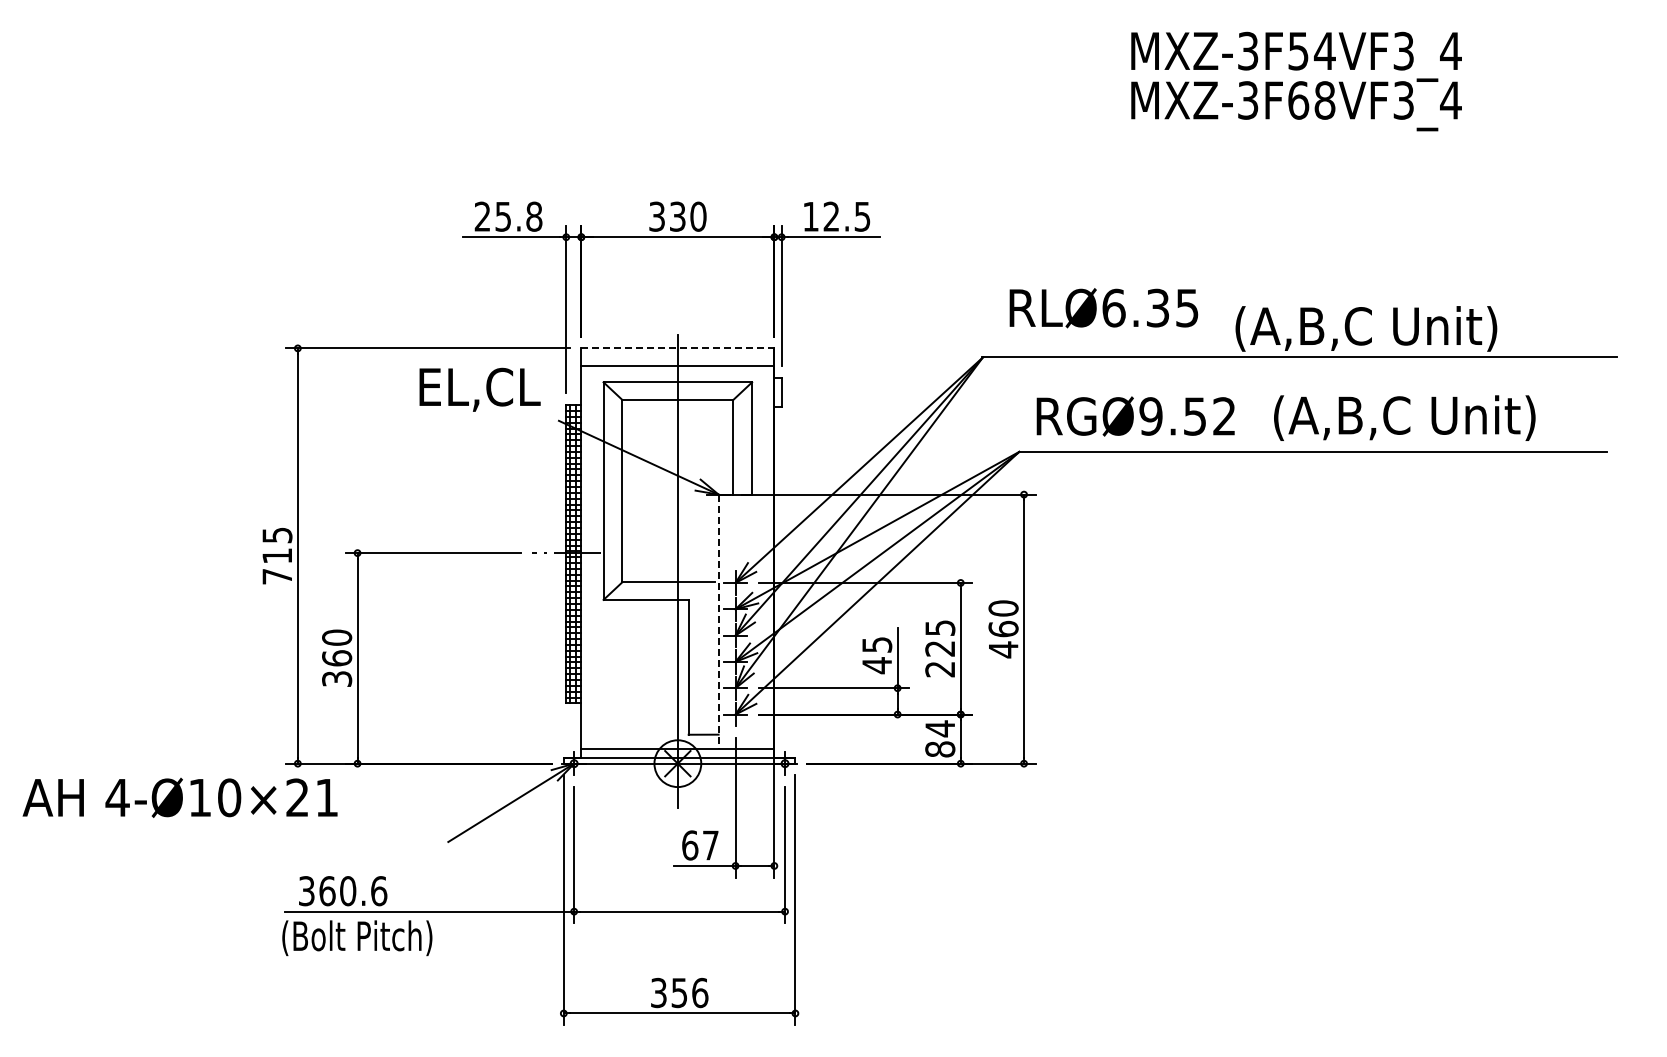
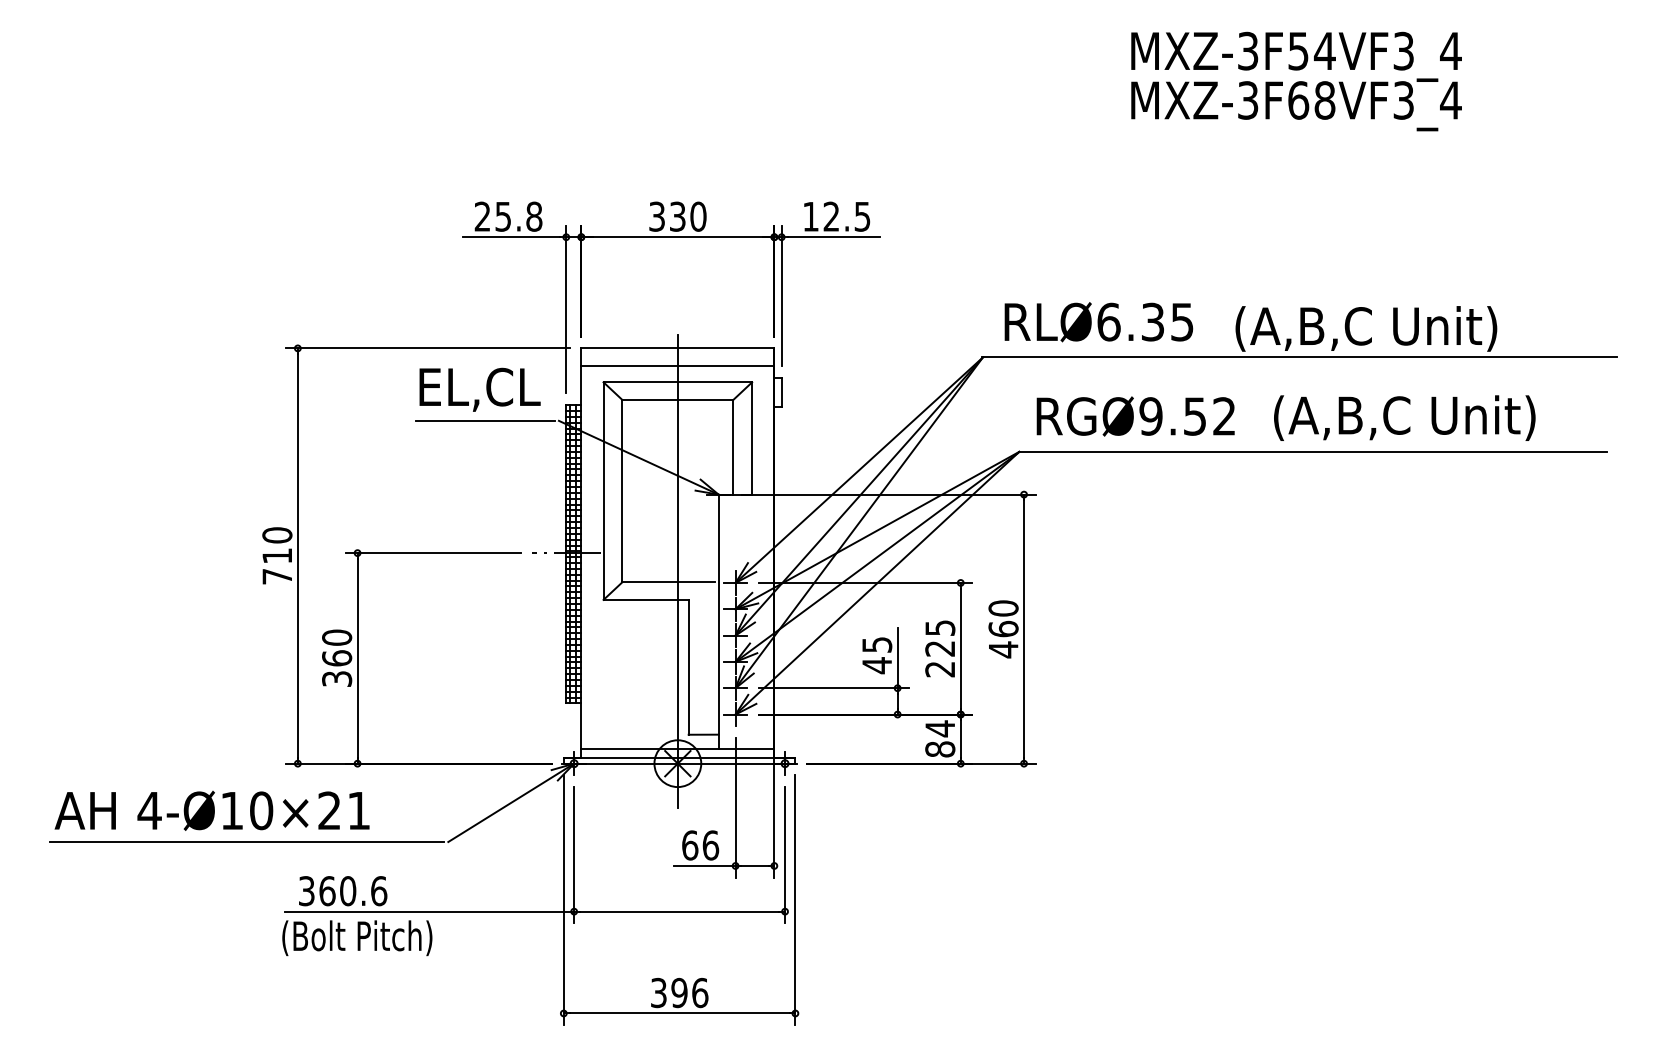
text at (1103, 308) position: (1103, 308) -> (1098, 322)
line at (677, 348): dashed -> solid
line at (485, 420): none -> present
text at (277, 535): 715 -> 710
line at (718, 622): dashed -> solid
text at (179, 797) position: (179, 797) -> (211, 810)
line at (247, 842): none -> present
text at (710, 845): 67 -> 66
text at (679, 992): 356 -> 396
